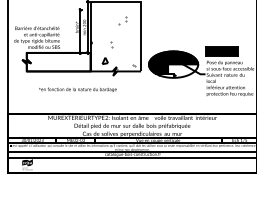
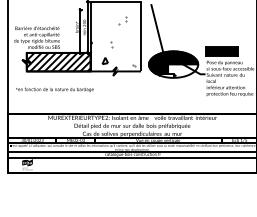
line at (157, 28): none -> present
hatch at (57, 61): none -> present
text at (77, 89) position: (77, 89) -> (54, 89)
